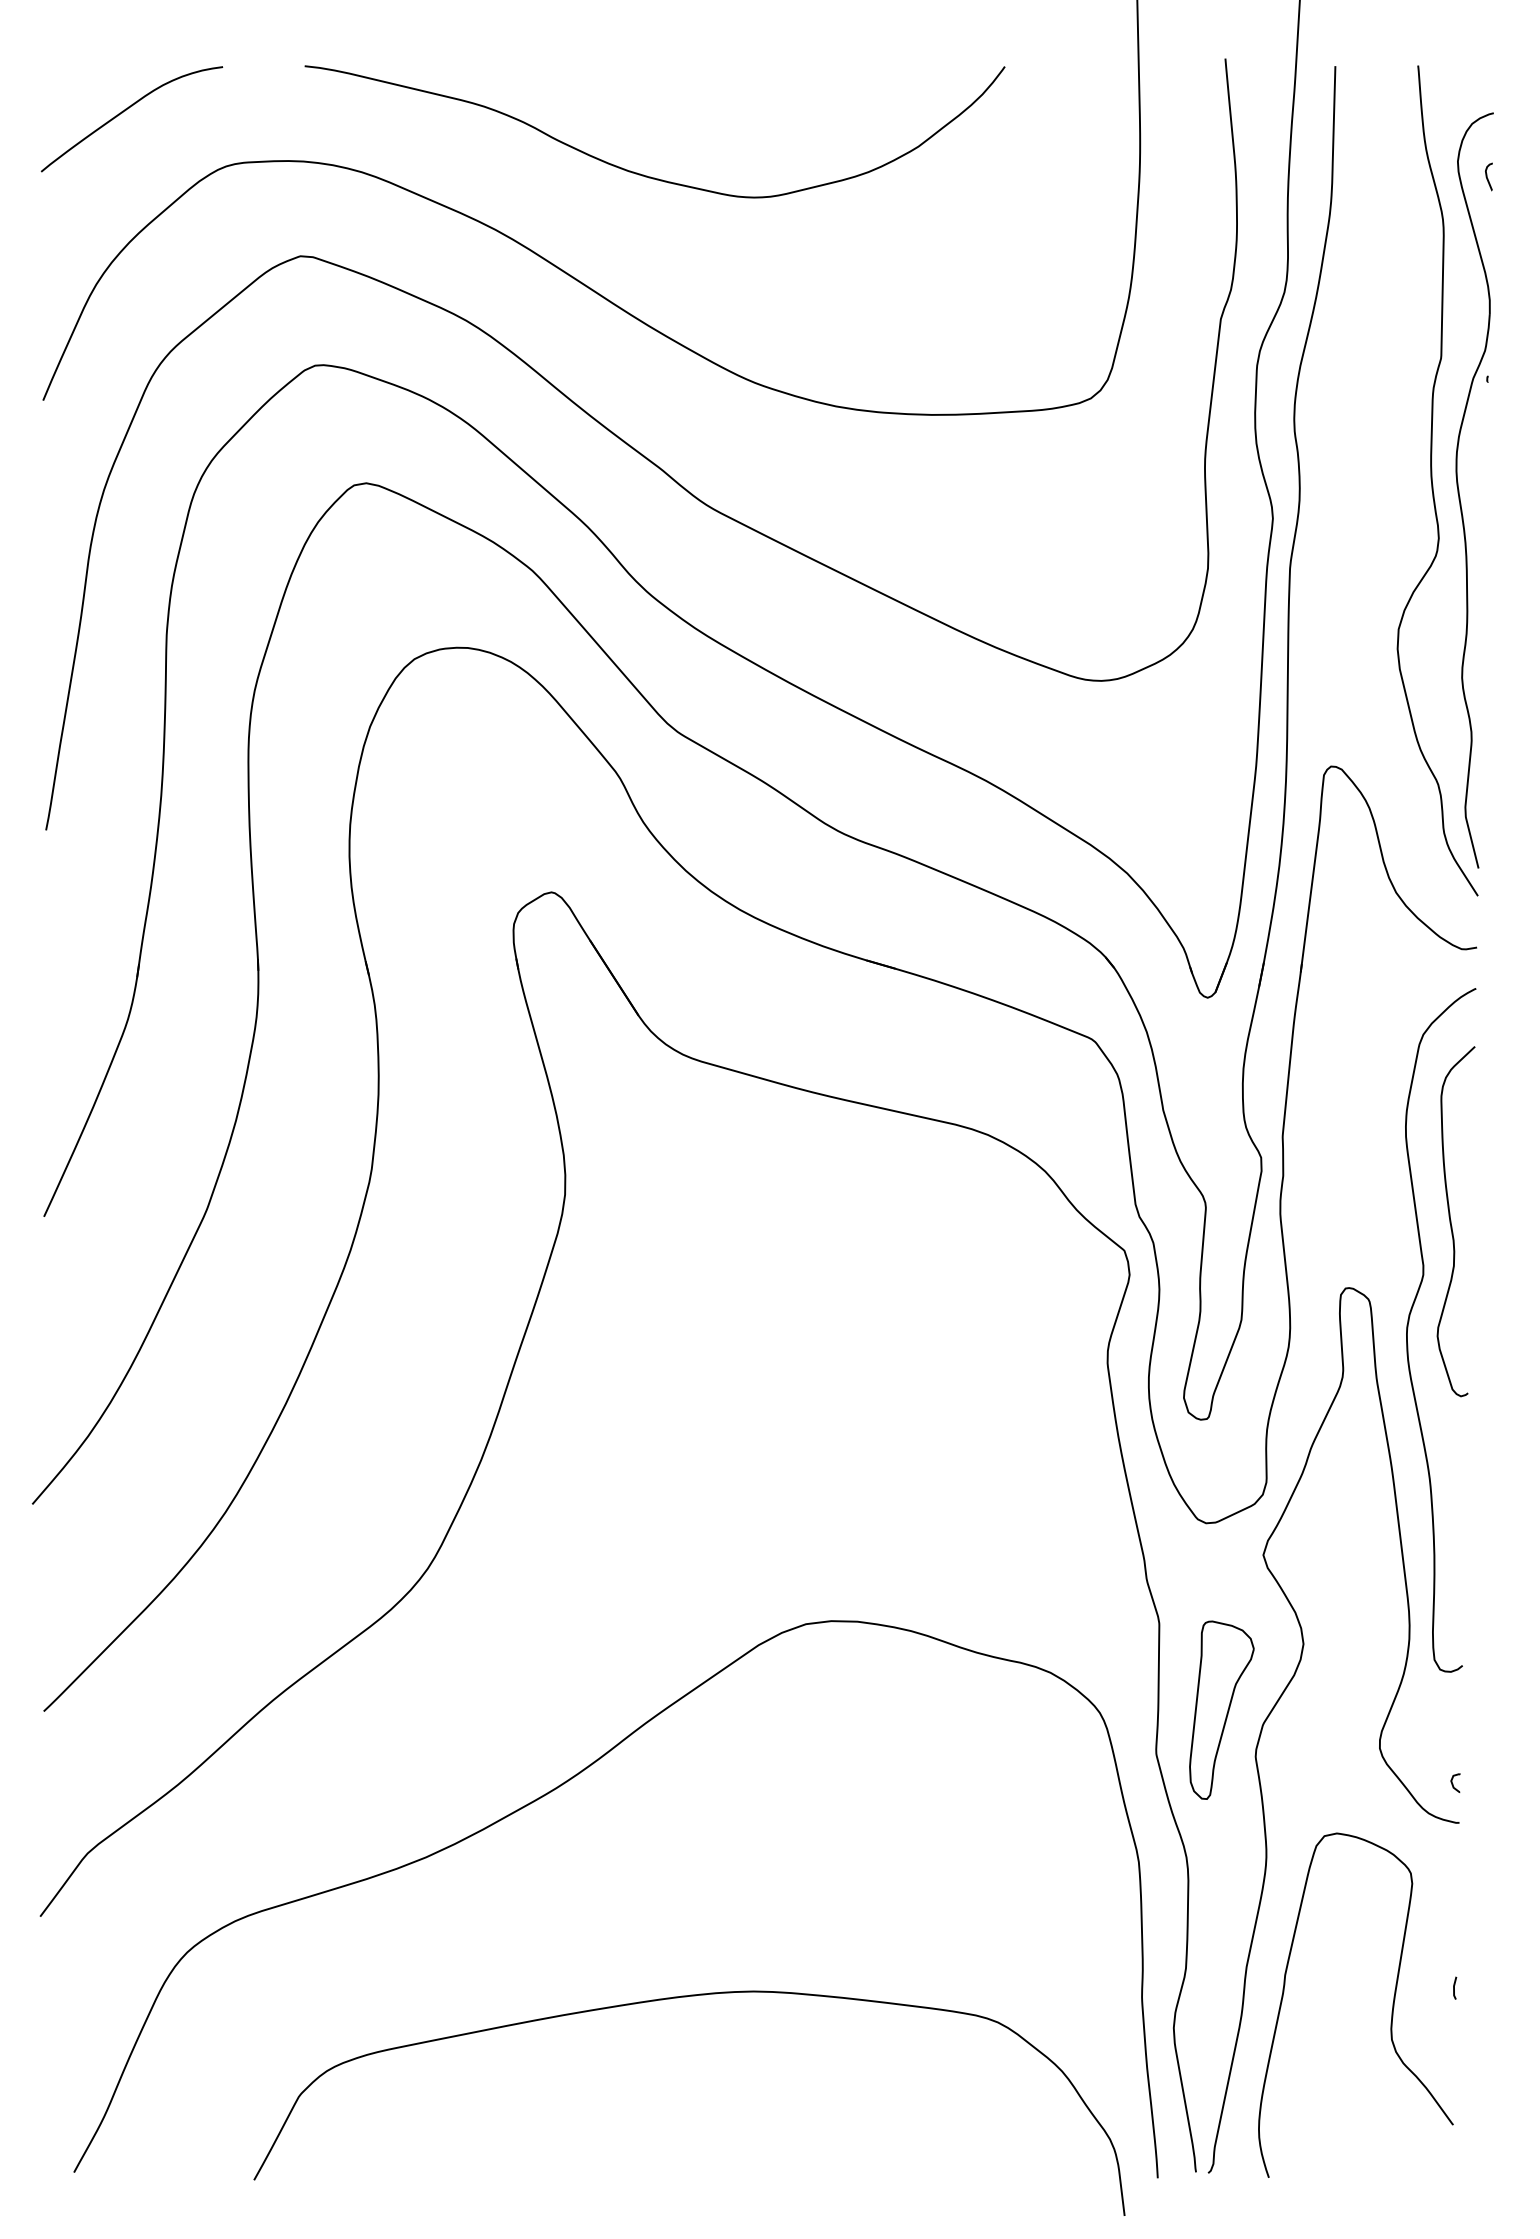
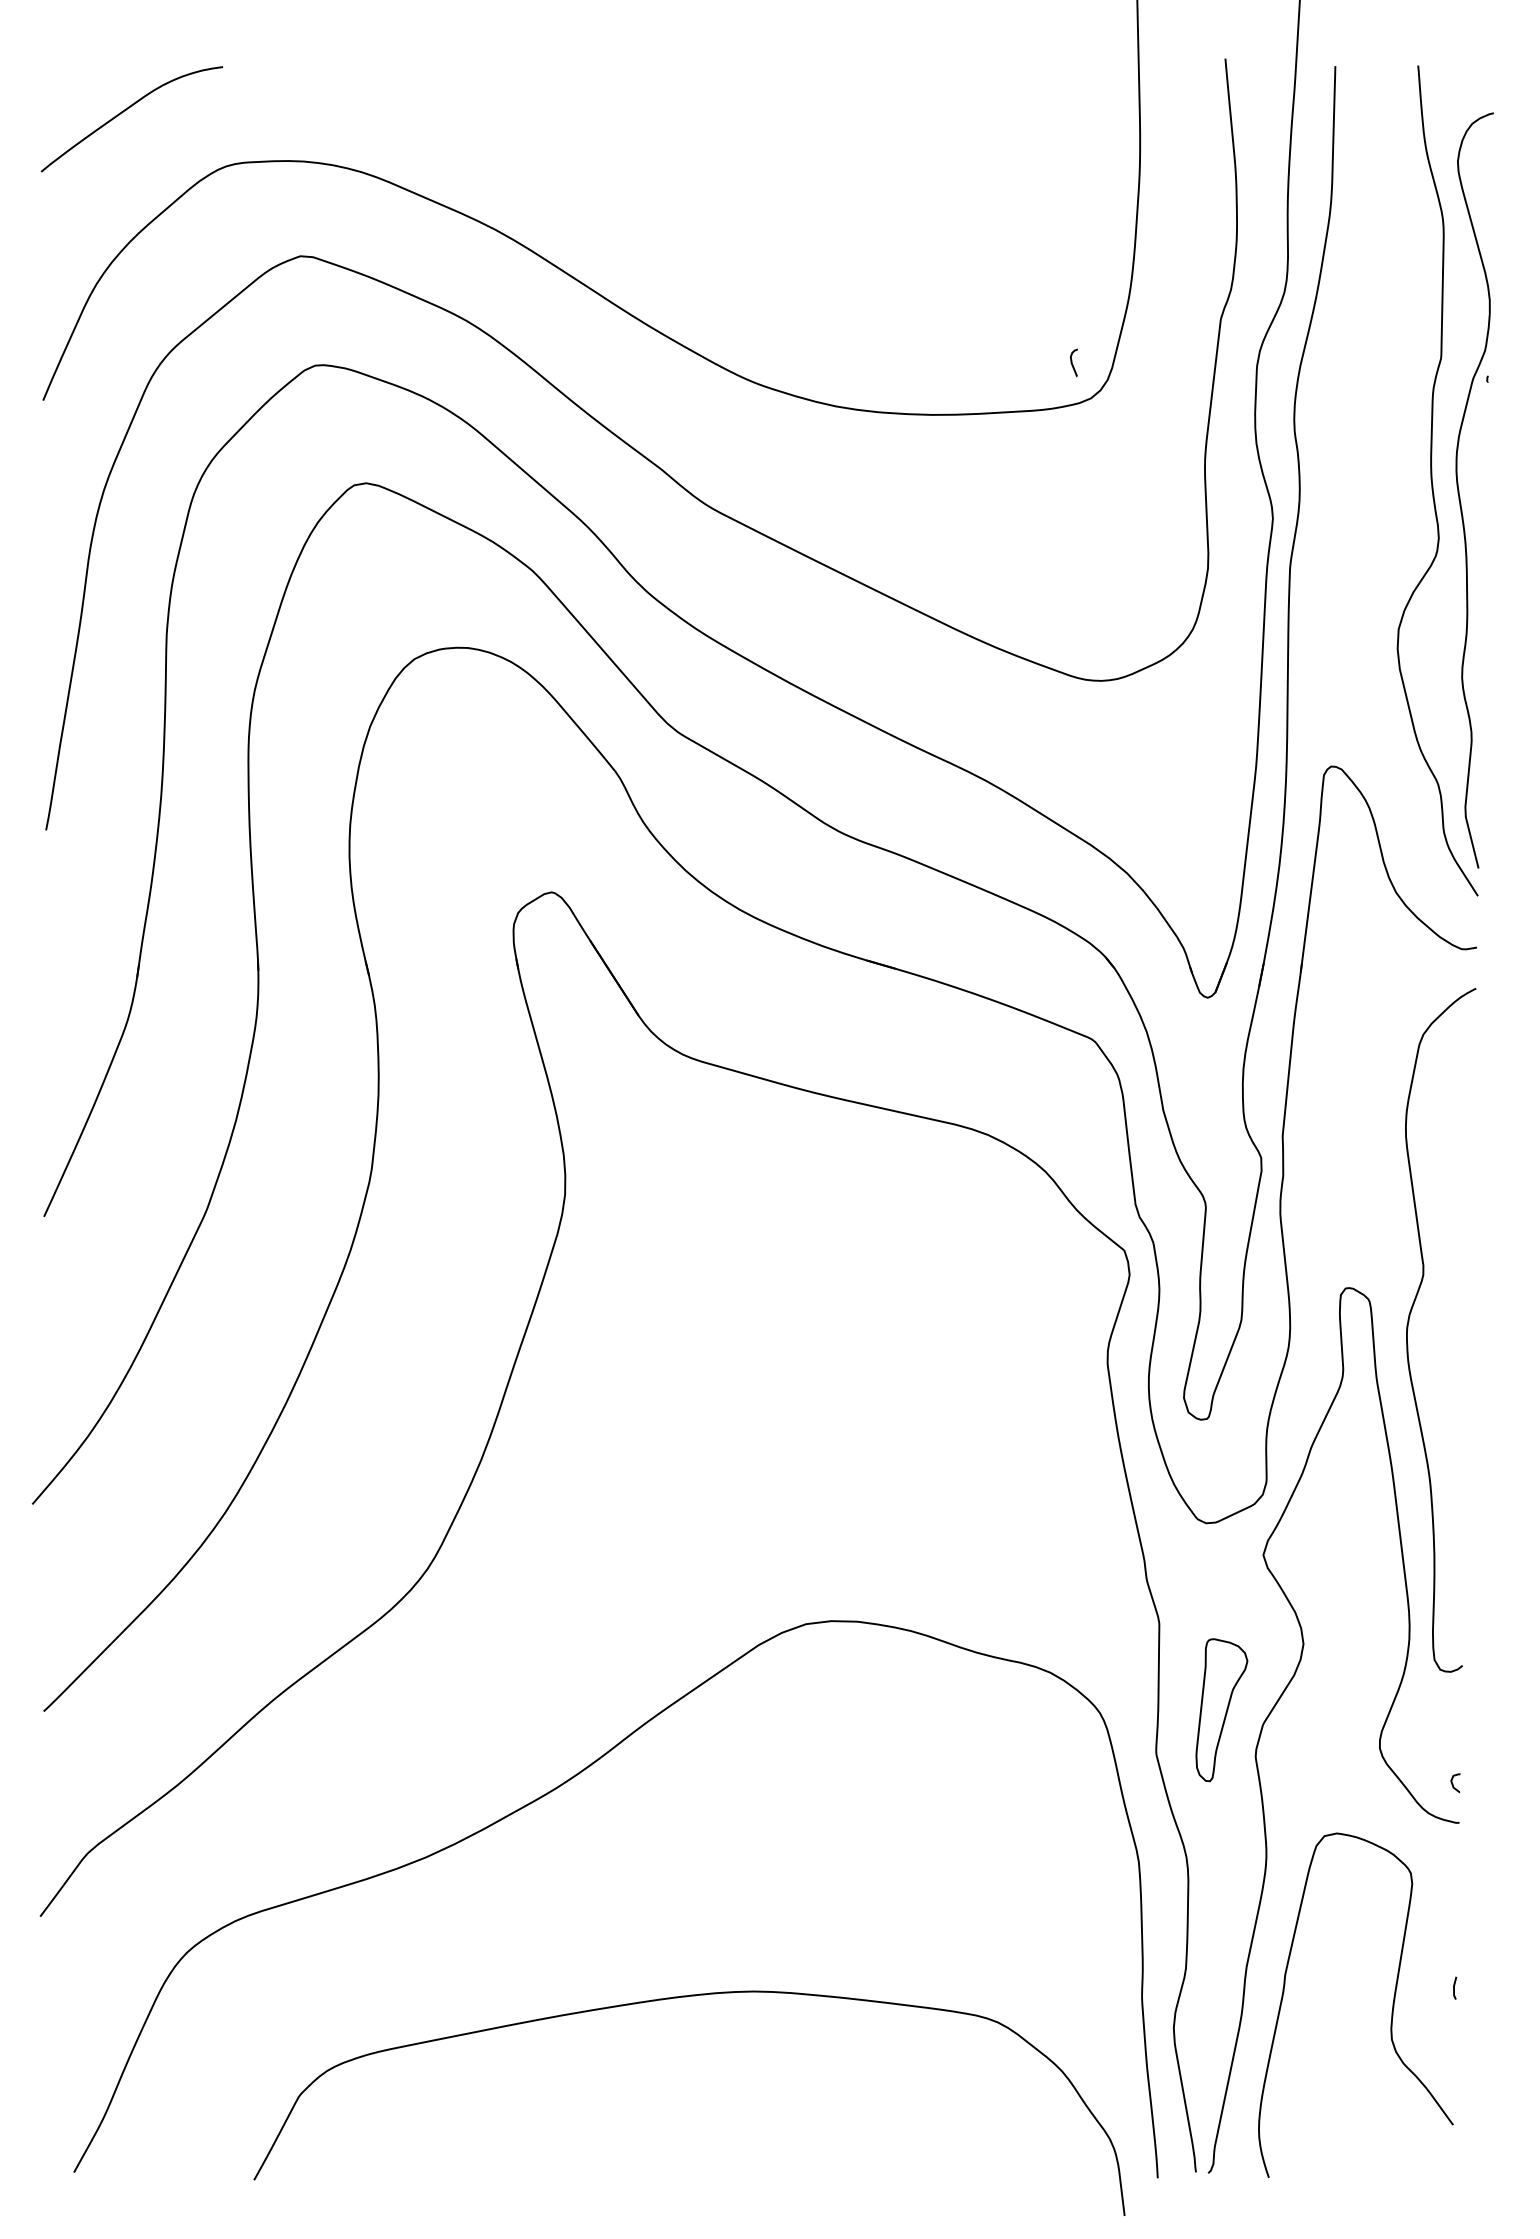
curve at (640, 173): present -> none
curve at (1487, 176) position: (1487, 176) -> (1072, 362)
curve at (1451, 1221): present -> none
part at (1221, 1709) size: 66x180 px -> 54x145 px
